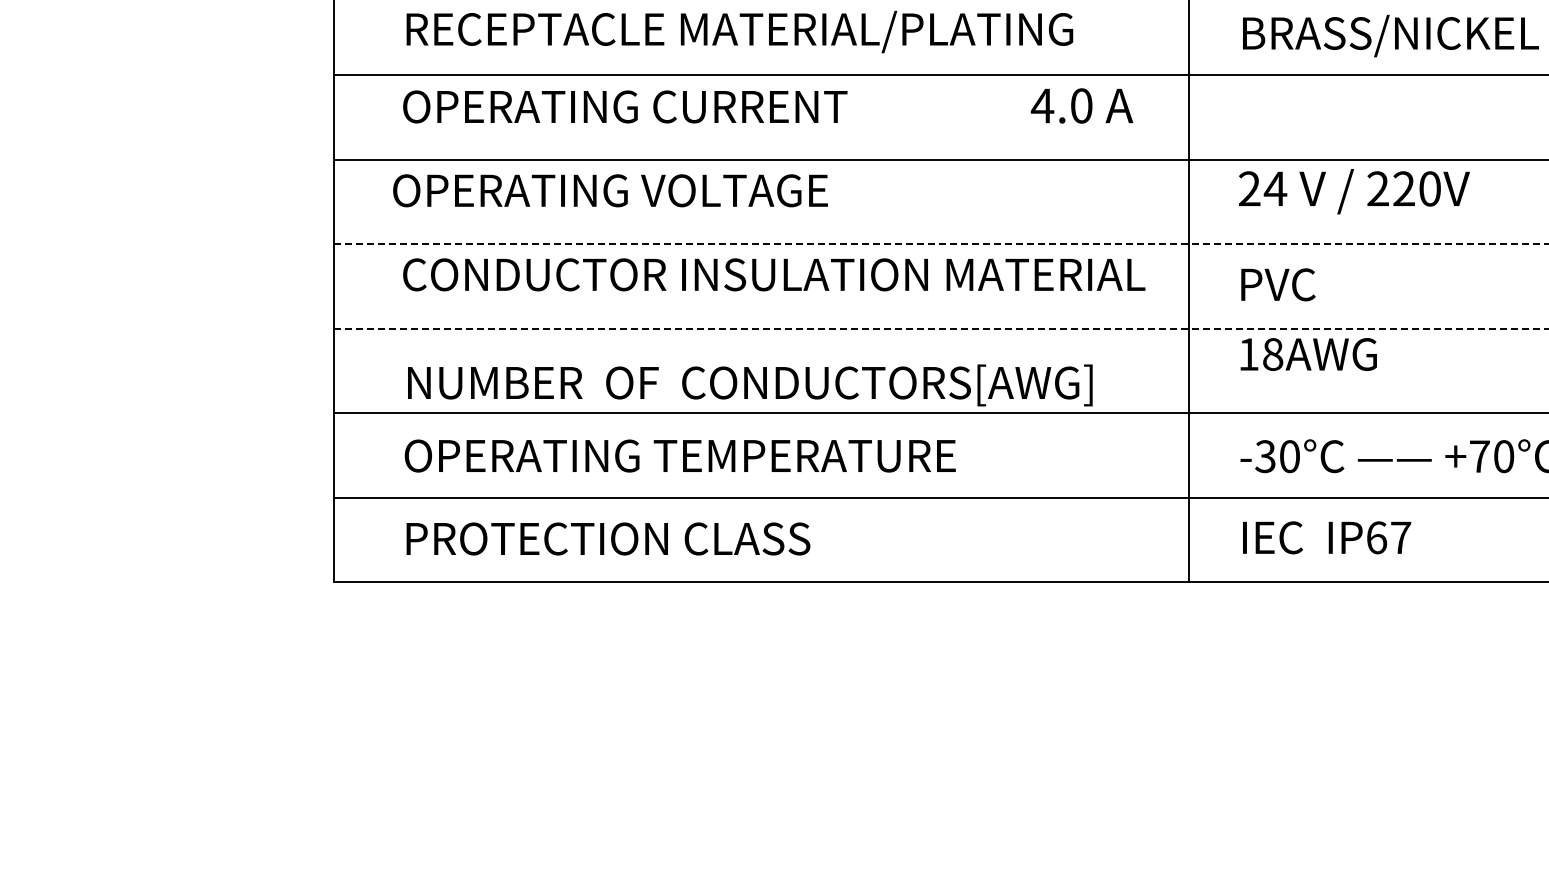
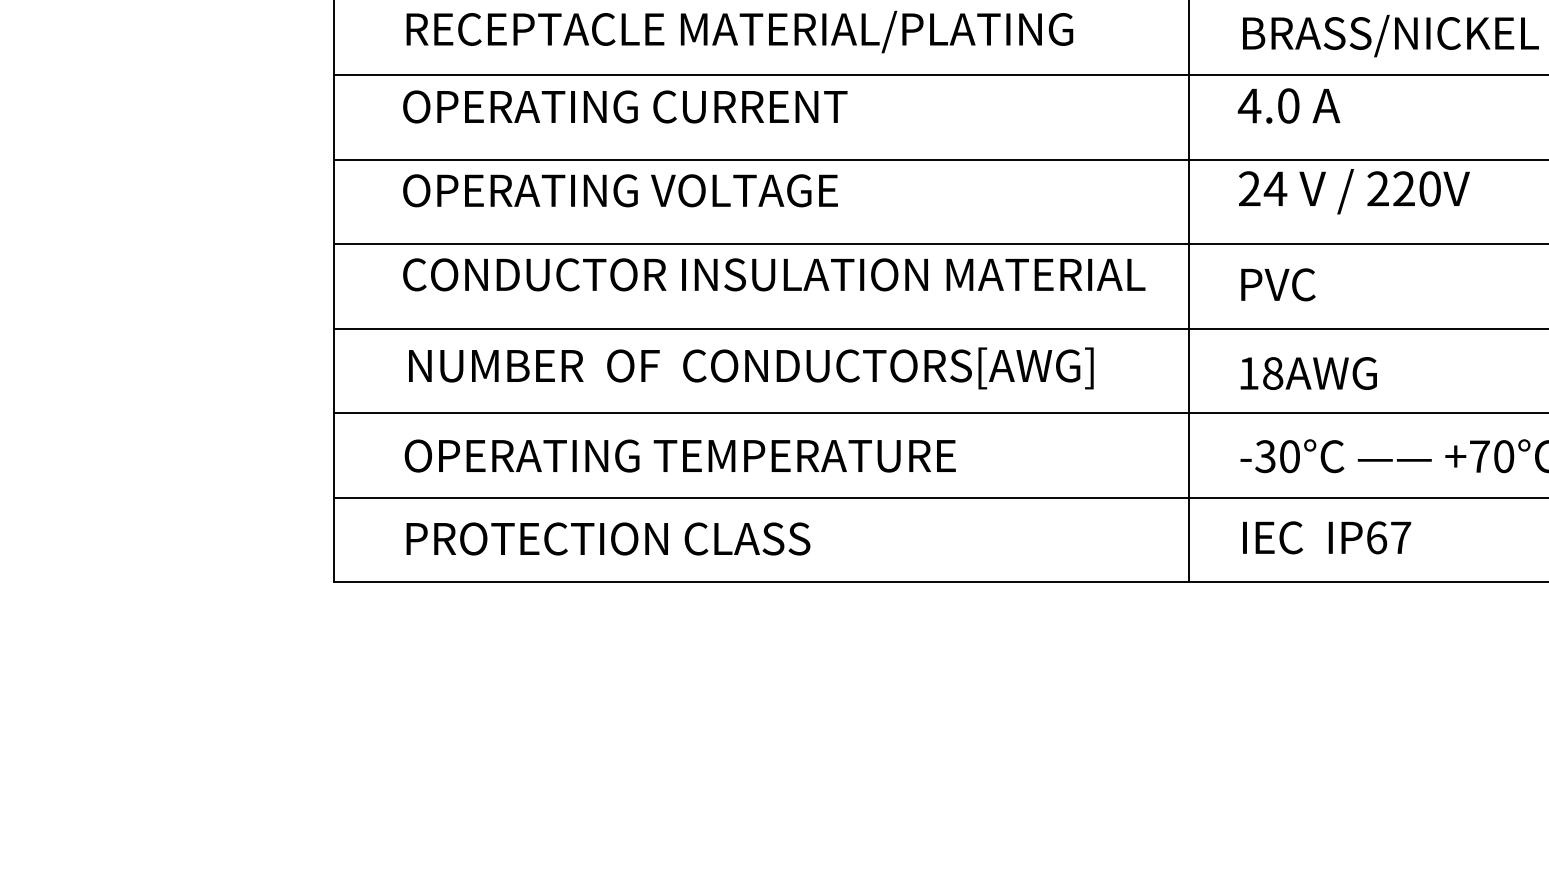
text at (1081, 105) position: (1081, 105) -> (1288, 105)
text at (610, 190) position: (610, 190) -> (620, 190)
line at (941, 244): dashed -> solid
line at (941, 328): dashed -> solid
text at (1308, 354) position: (1308, 354) -> (1308, 373)
text at (750, 385) position: (750, 385) -> (751, 368)
